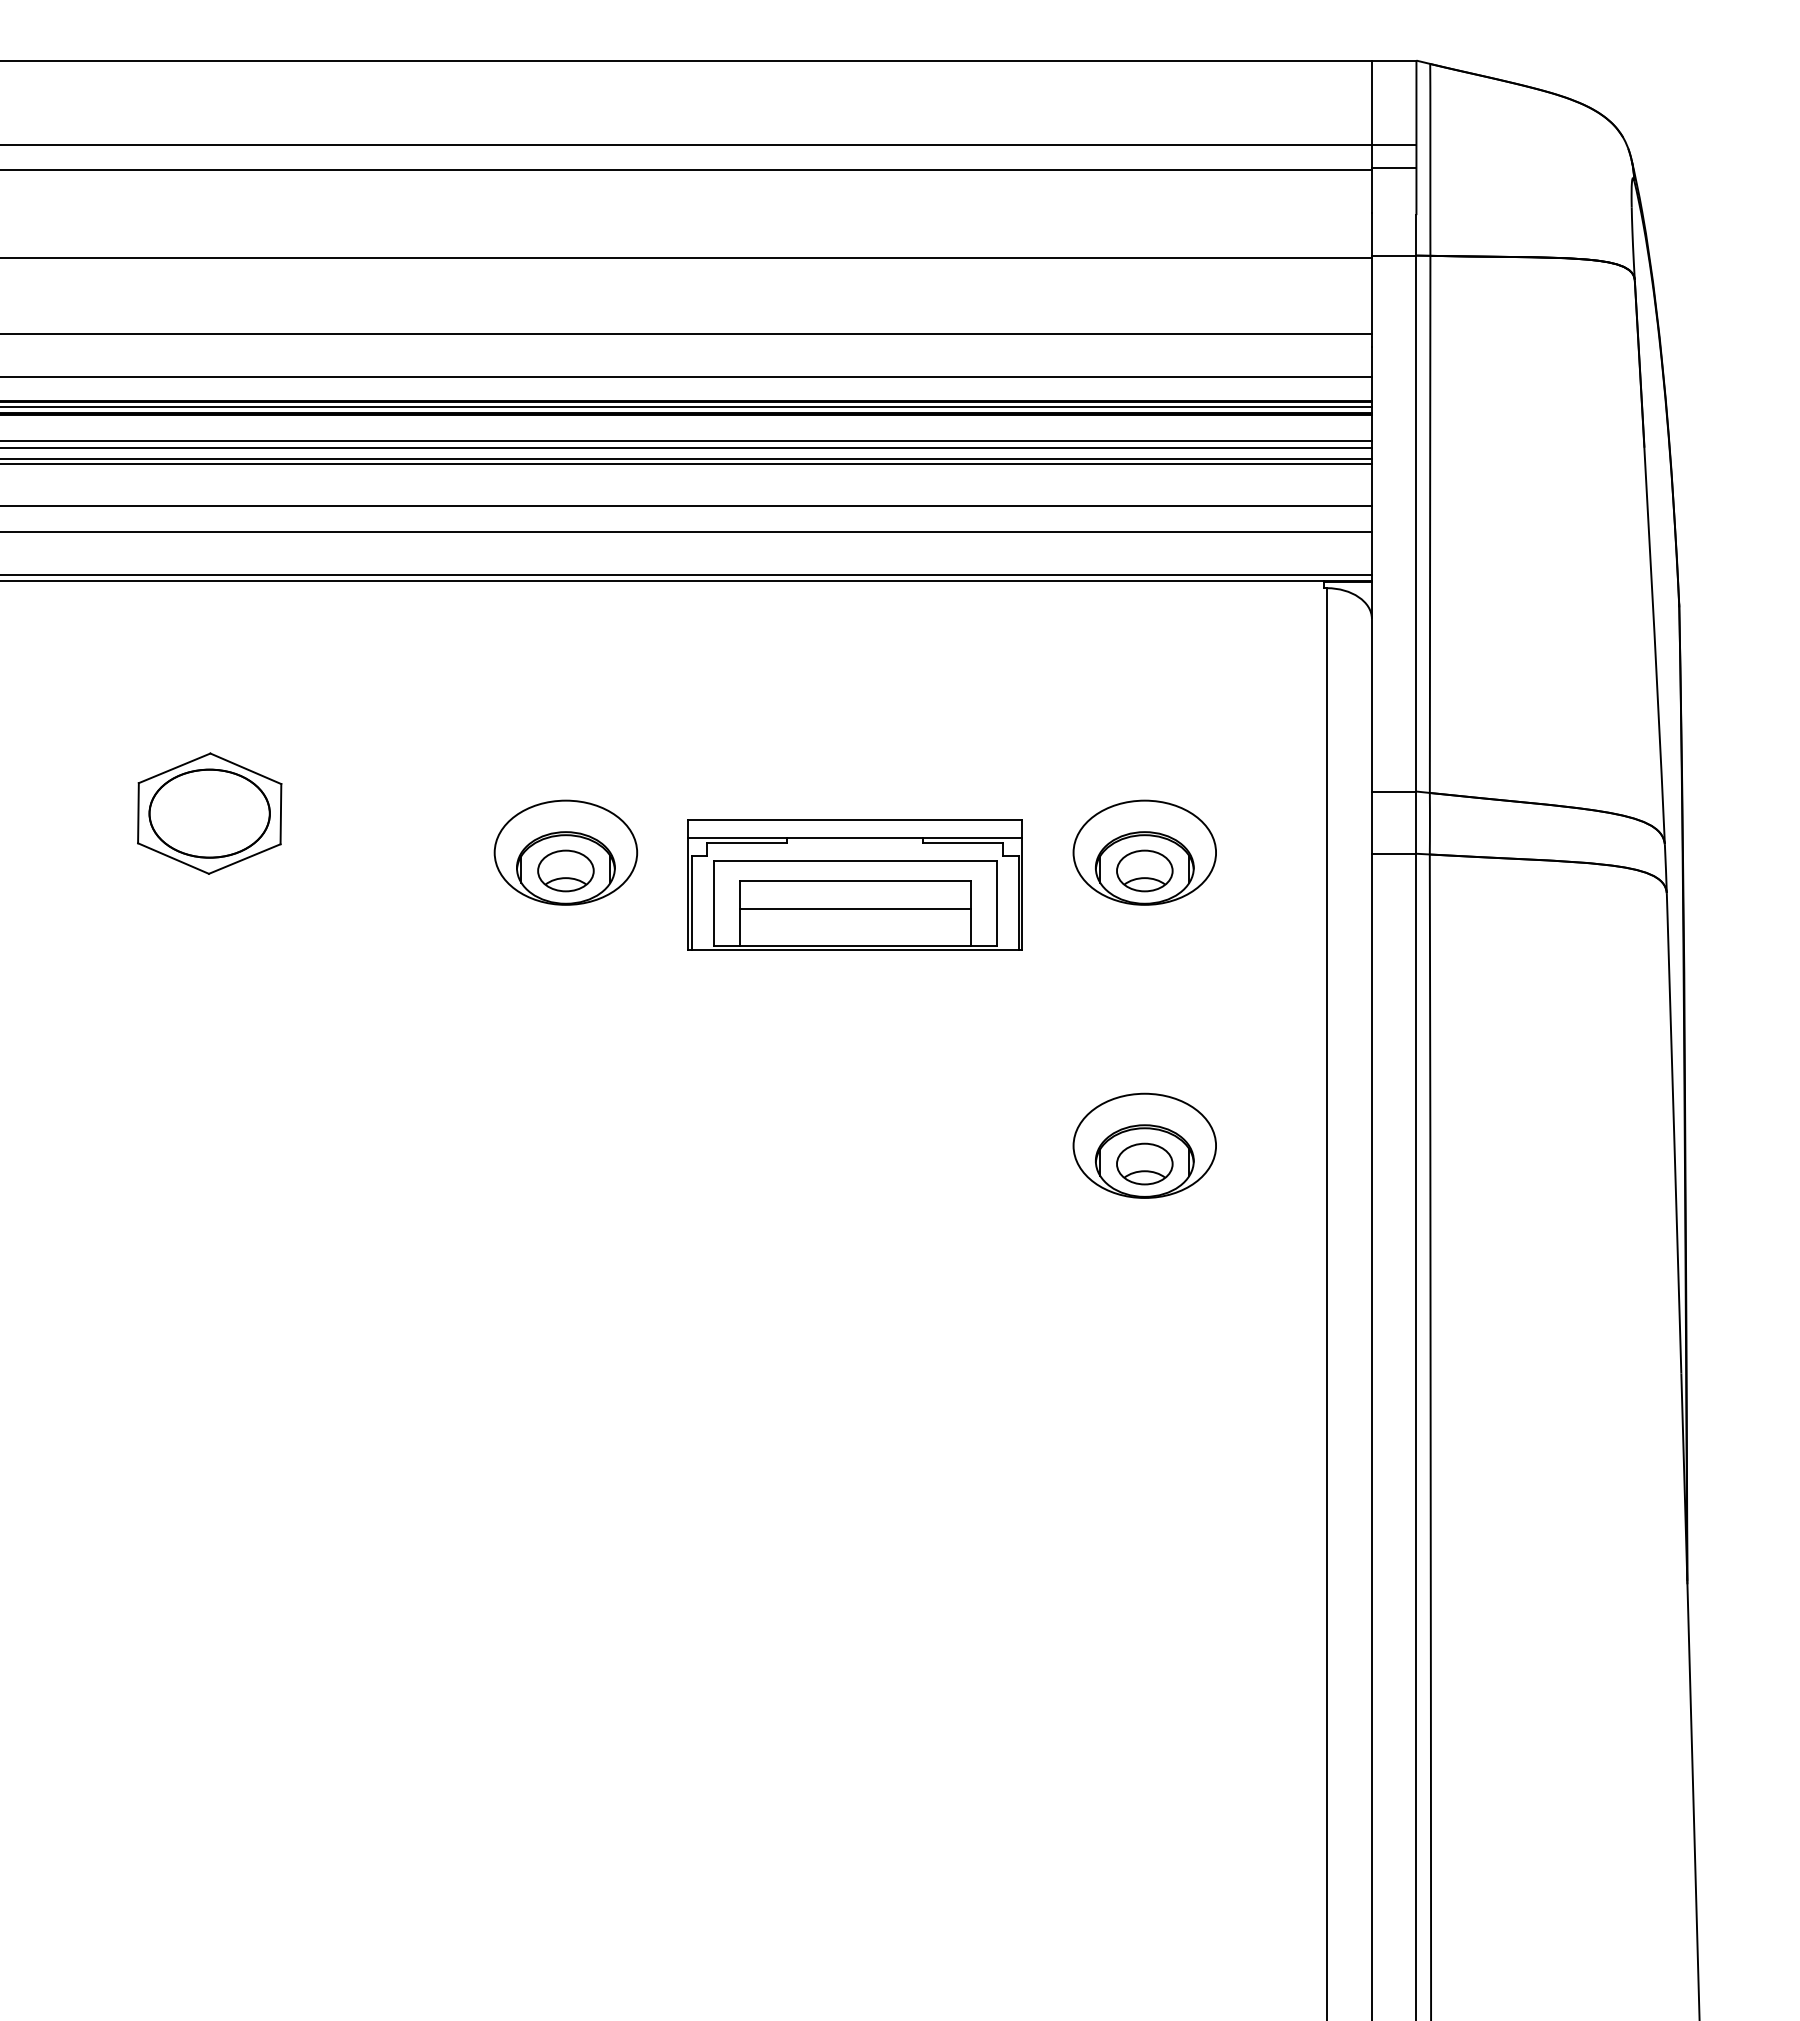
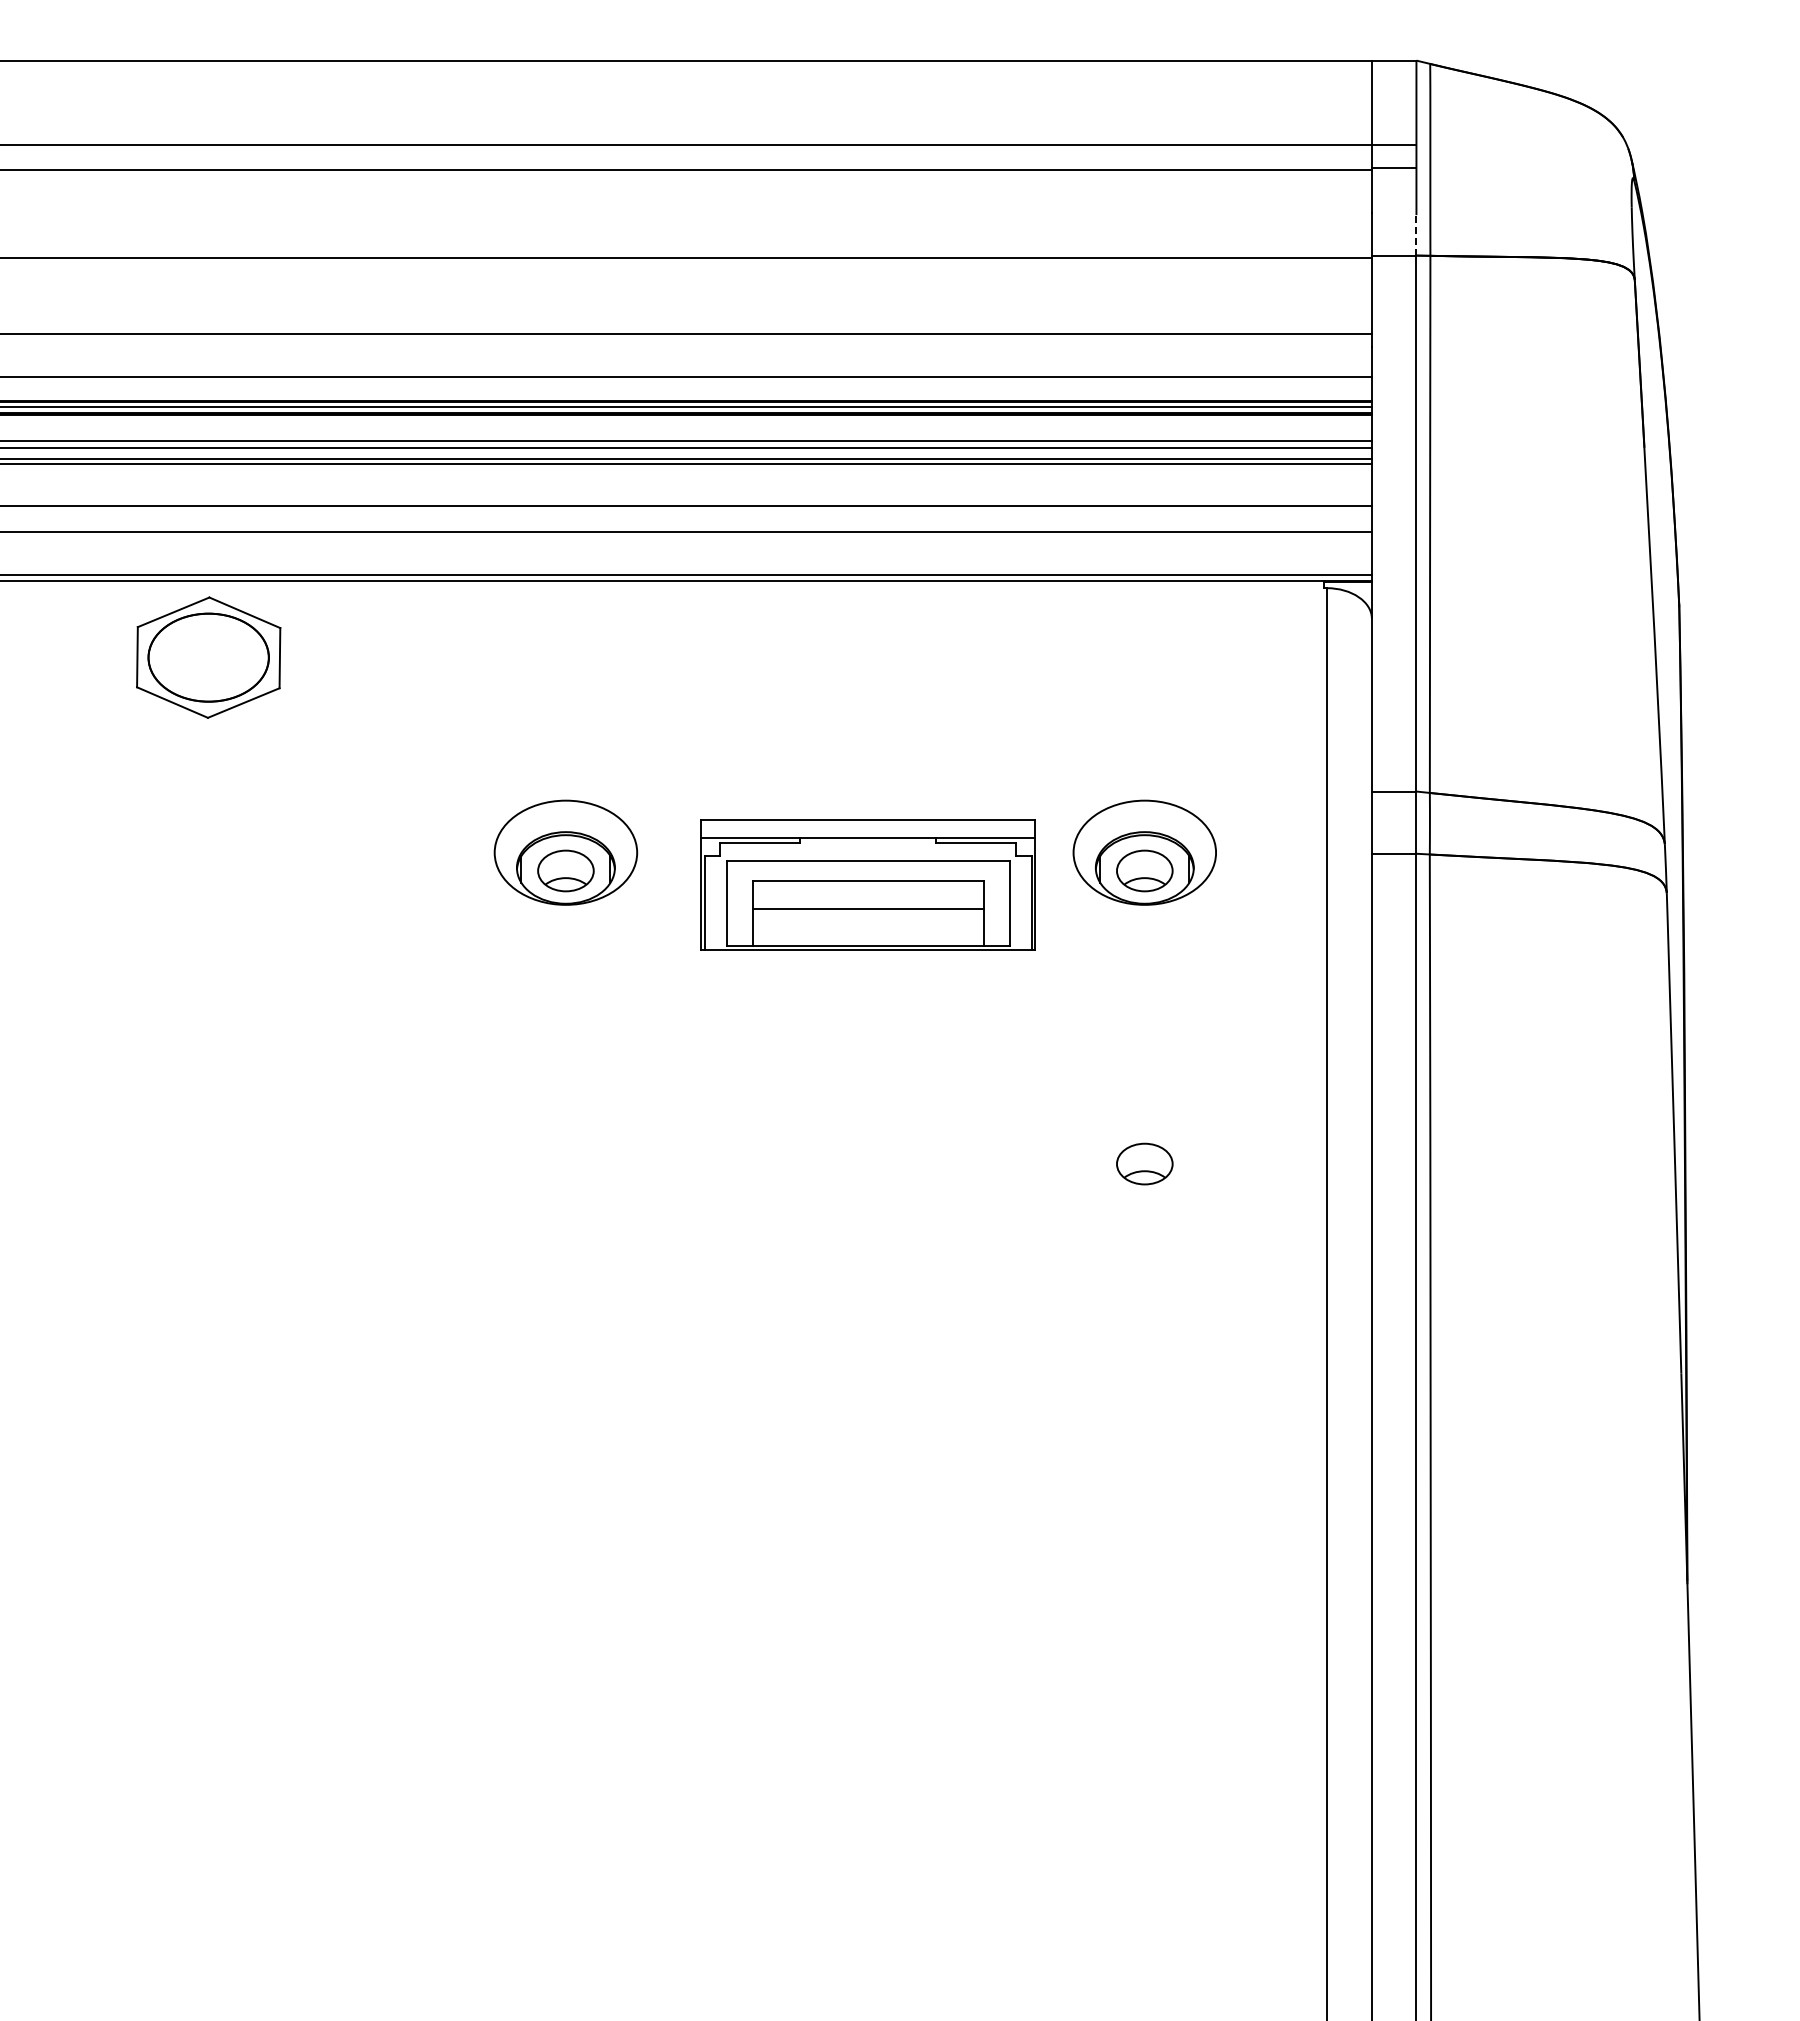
line at (1416, 234): solid -> dashed
part at (209, 813) position: (209, 813) -> (208, 657)
part at (854, 884) position: (854, 884) -> (867, 884)
part at (1144, 1145): present -> none
